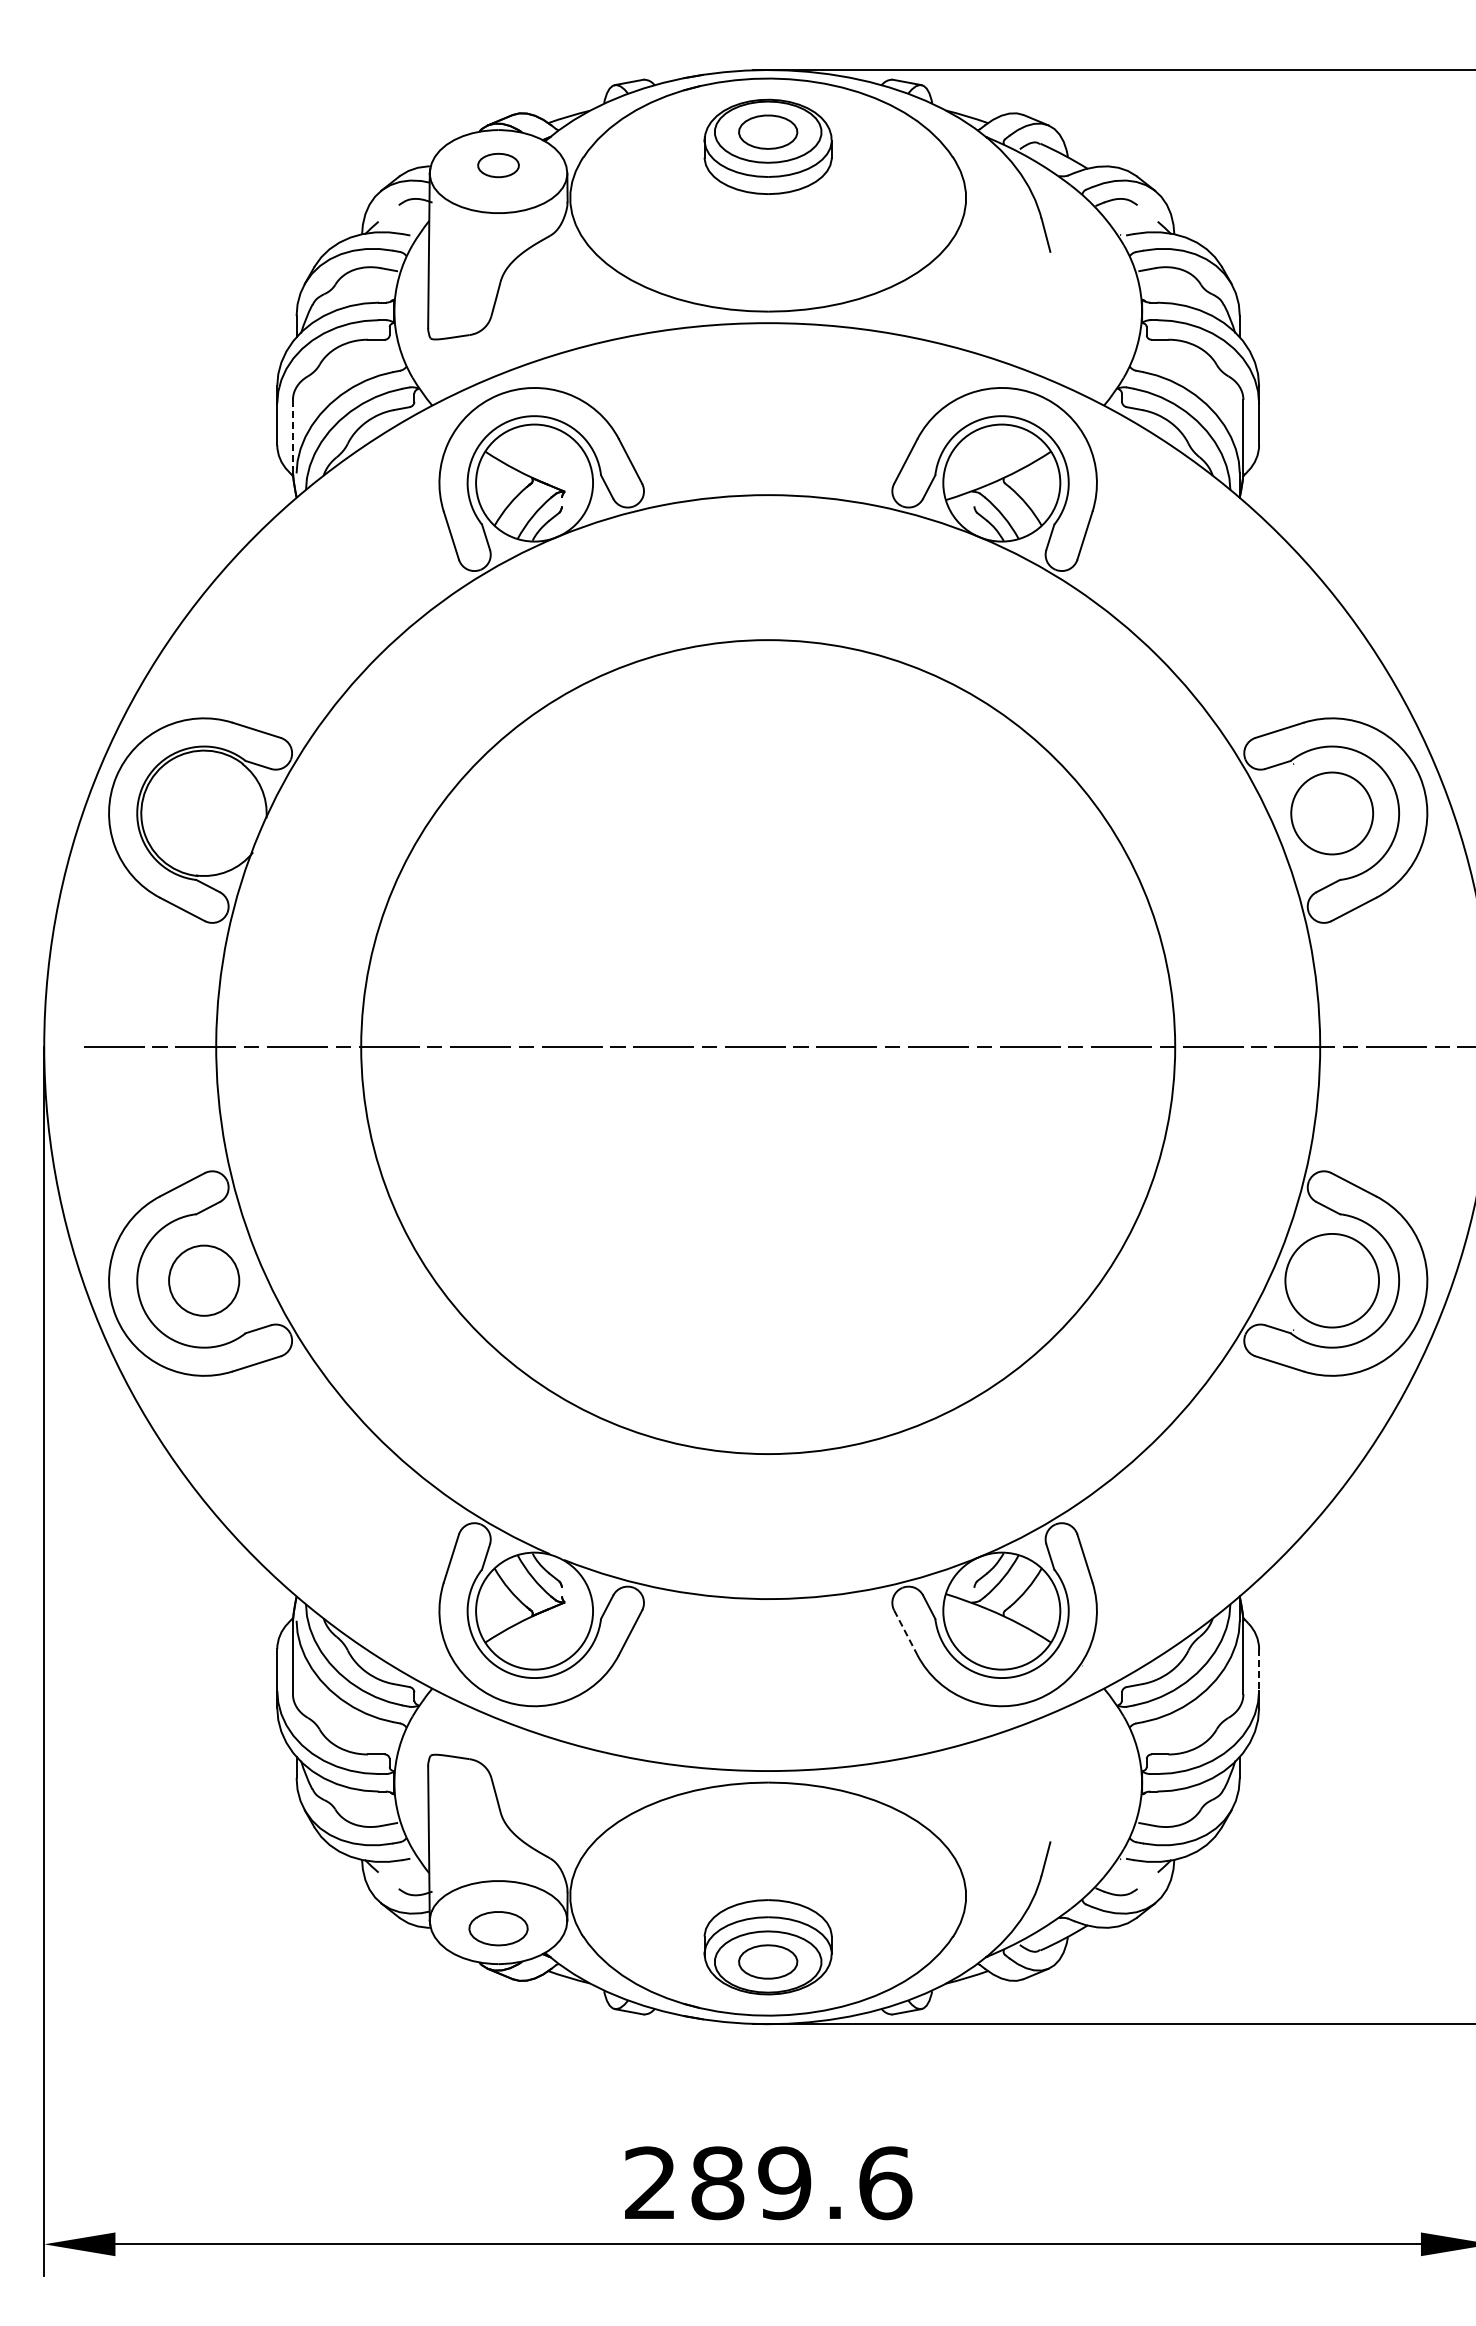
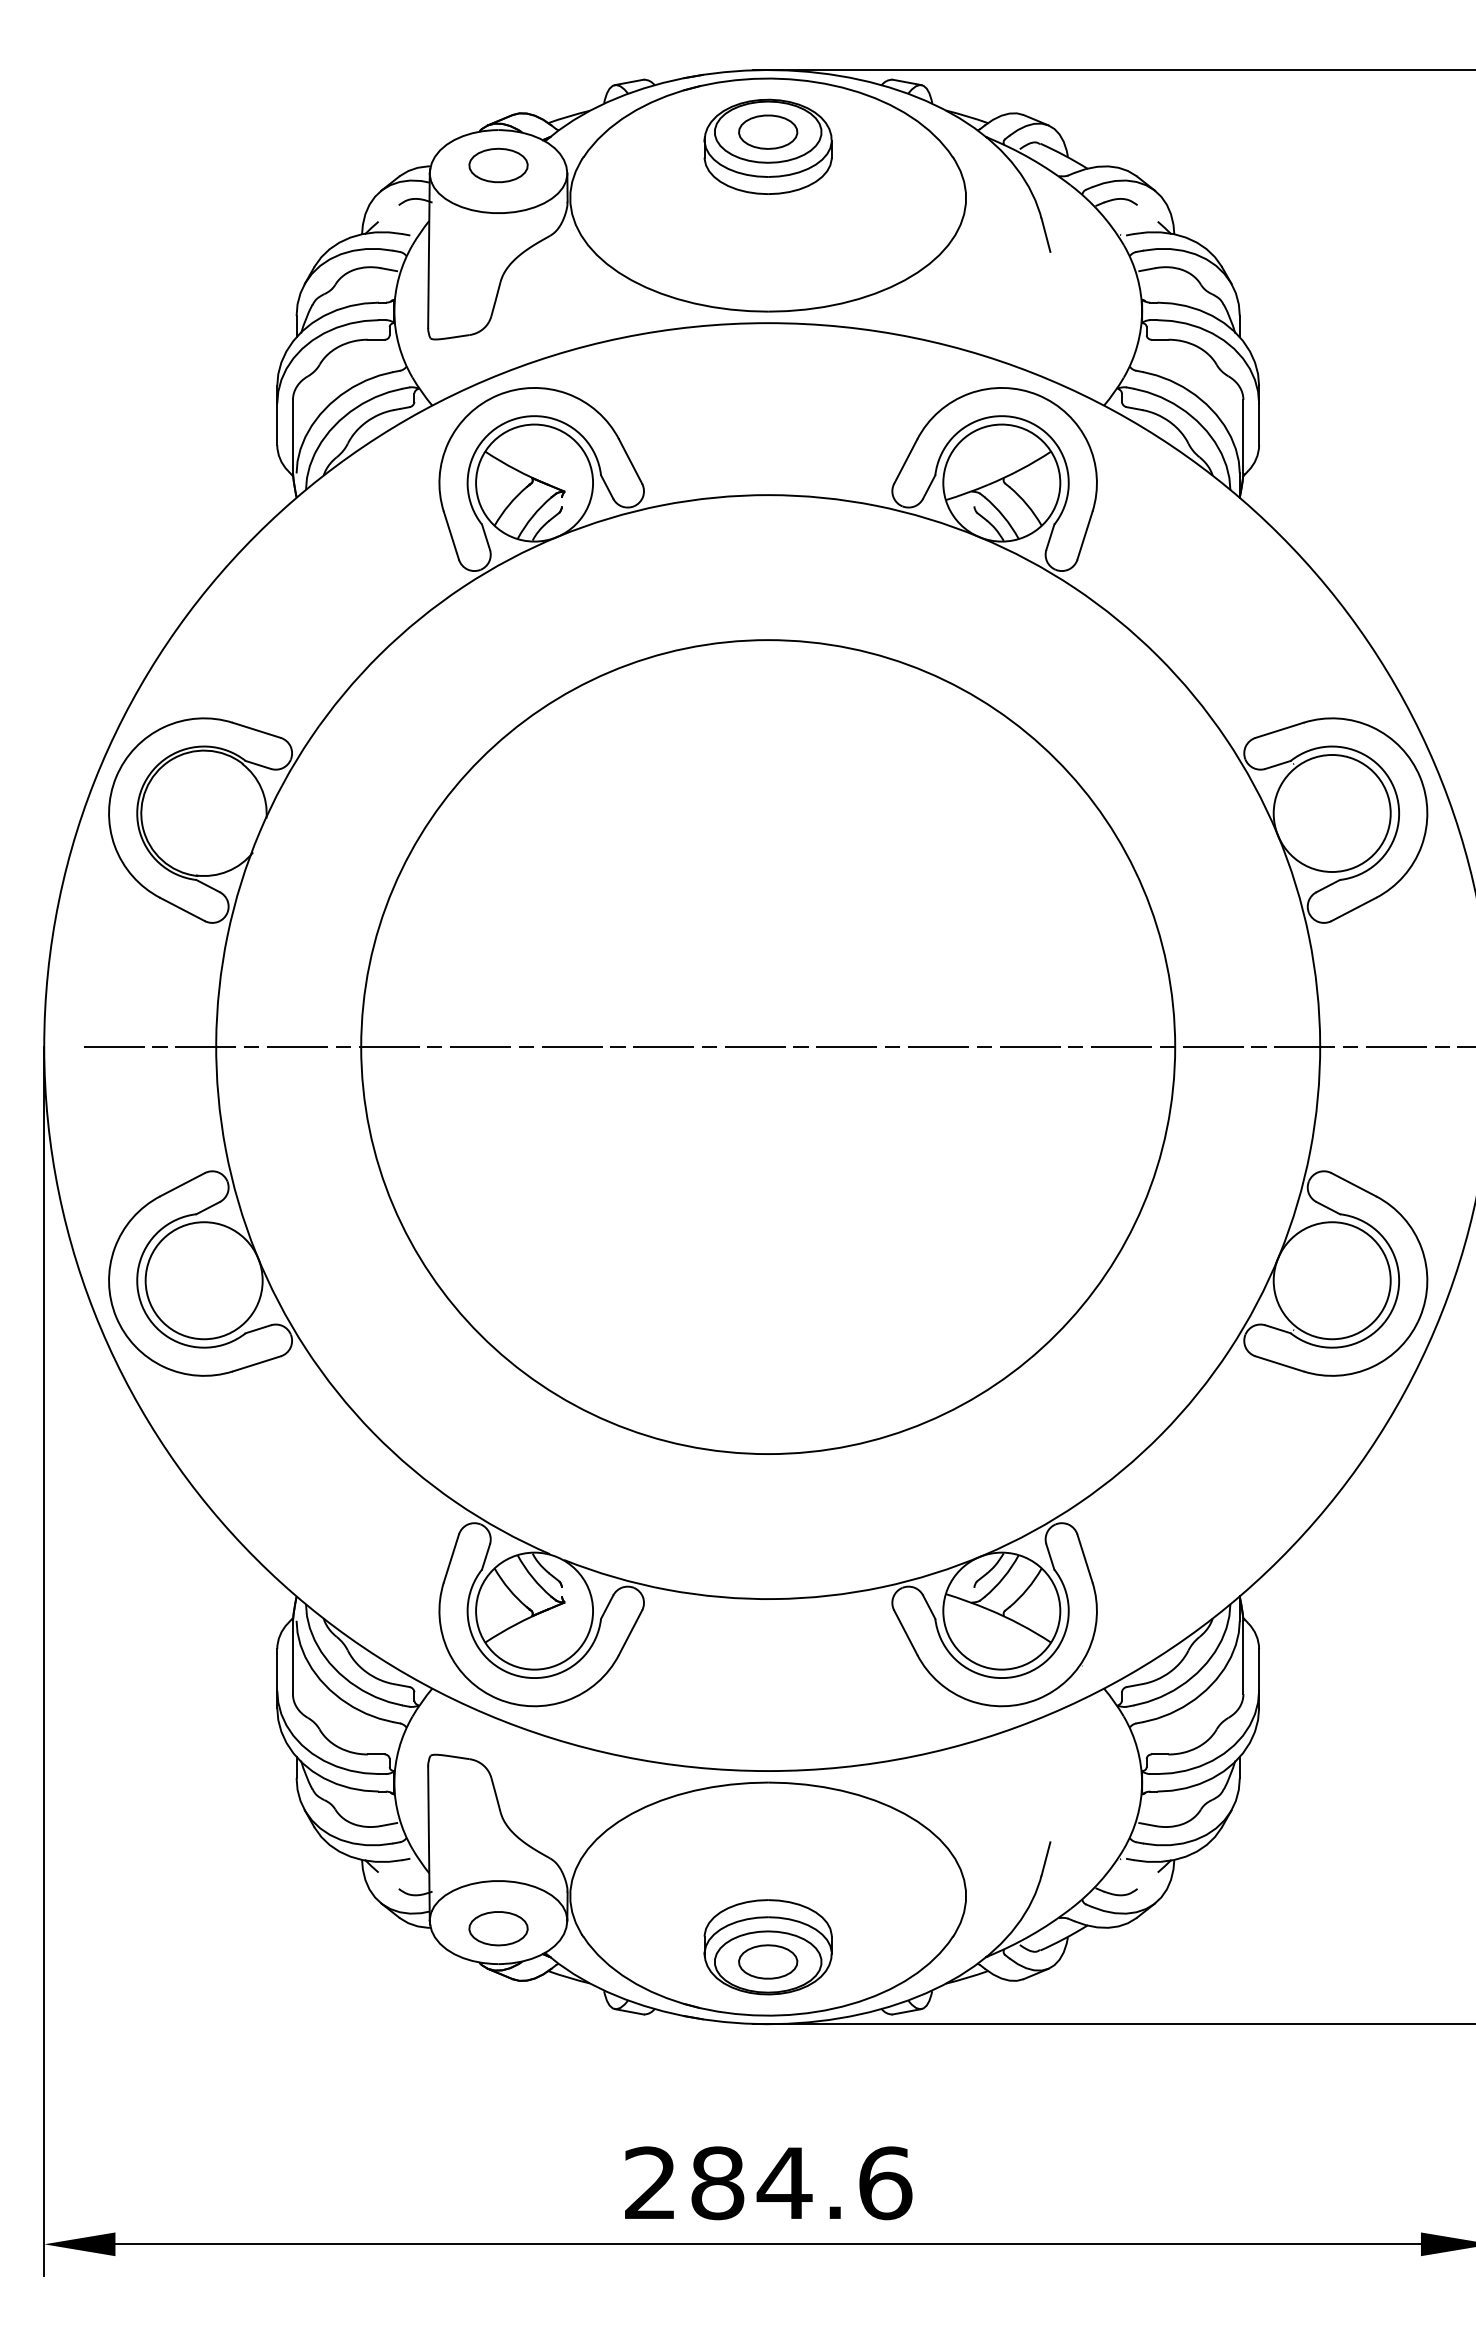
part at (498, 165) size: 43x27 px -> 61x37 px
line at (292, 436): dashed -> solid
circle at (1332, 813) diameter: 82 px -> 117 px
circle at (204, 1280) diameter: 70 px -> 117 px
circle at (1332, 1280) diameter: 94 px -> 117 px
line at (906, 1633): dashed -> solid
line at (1259, 1669): dashed -> solid
text at (784, 2183): 289.6 -> 284.6
